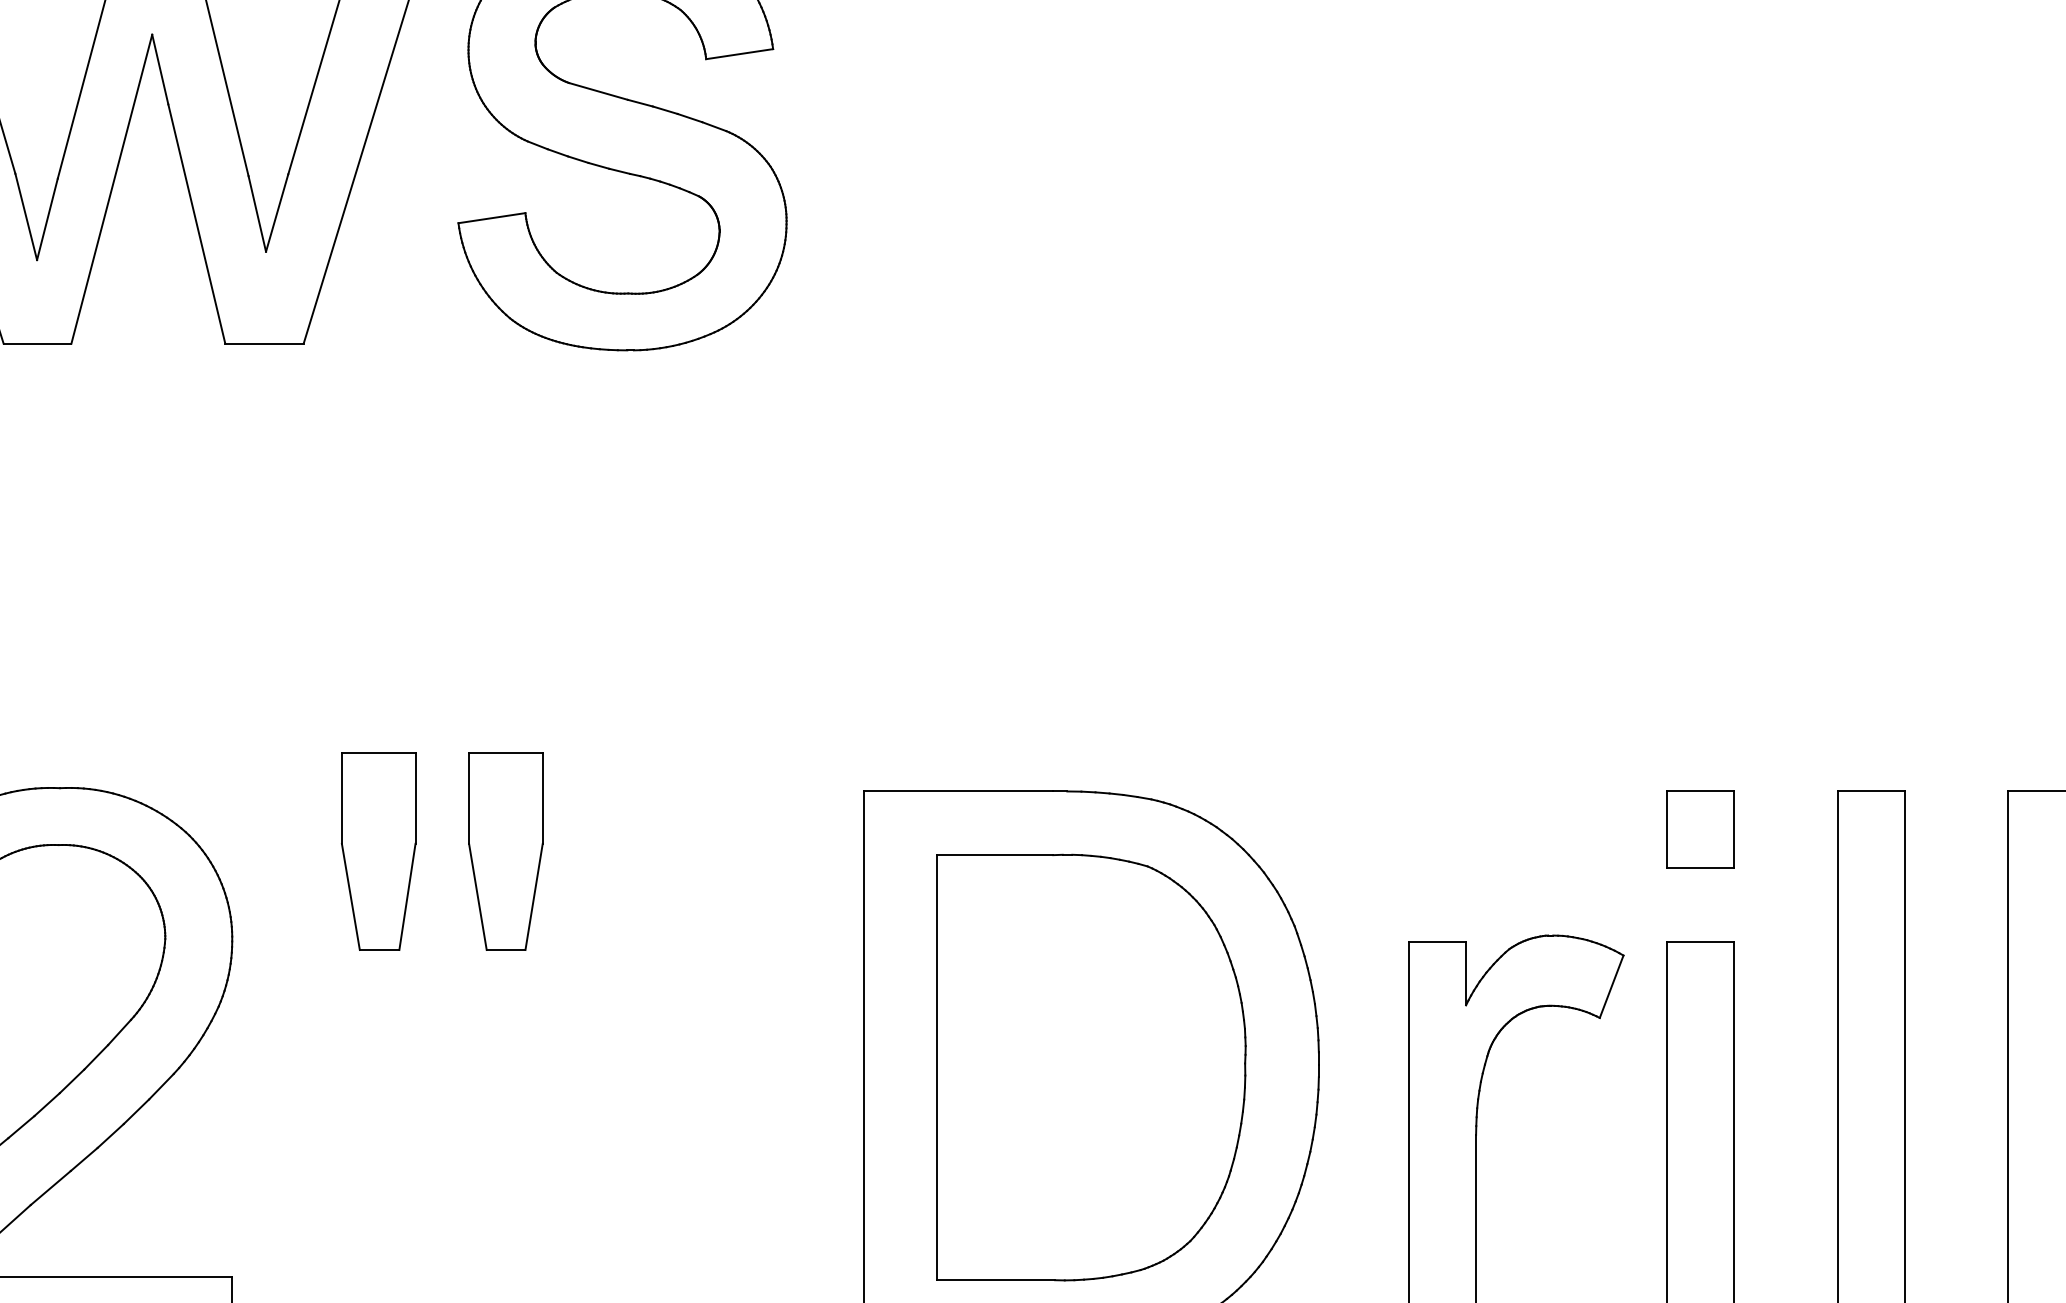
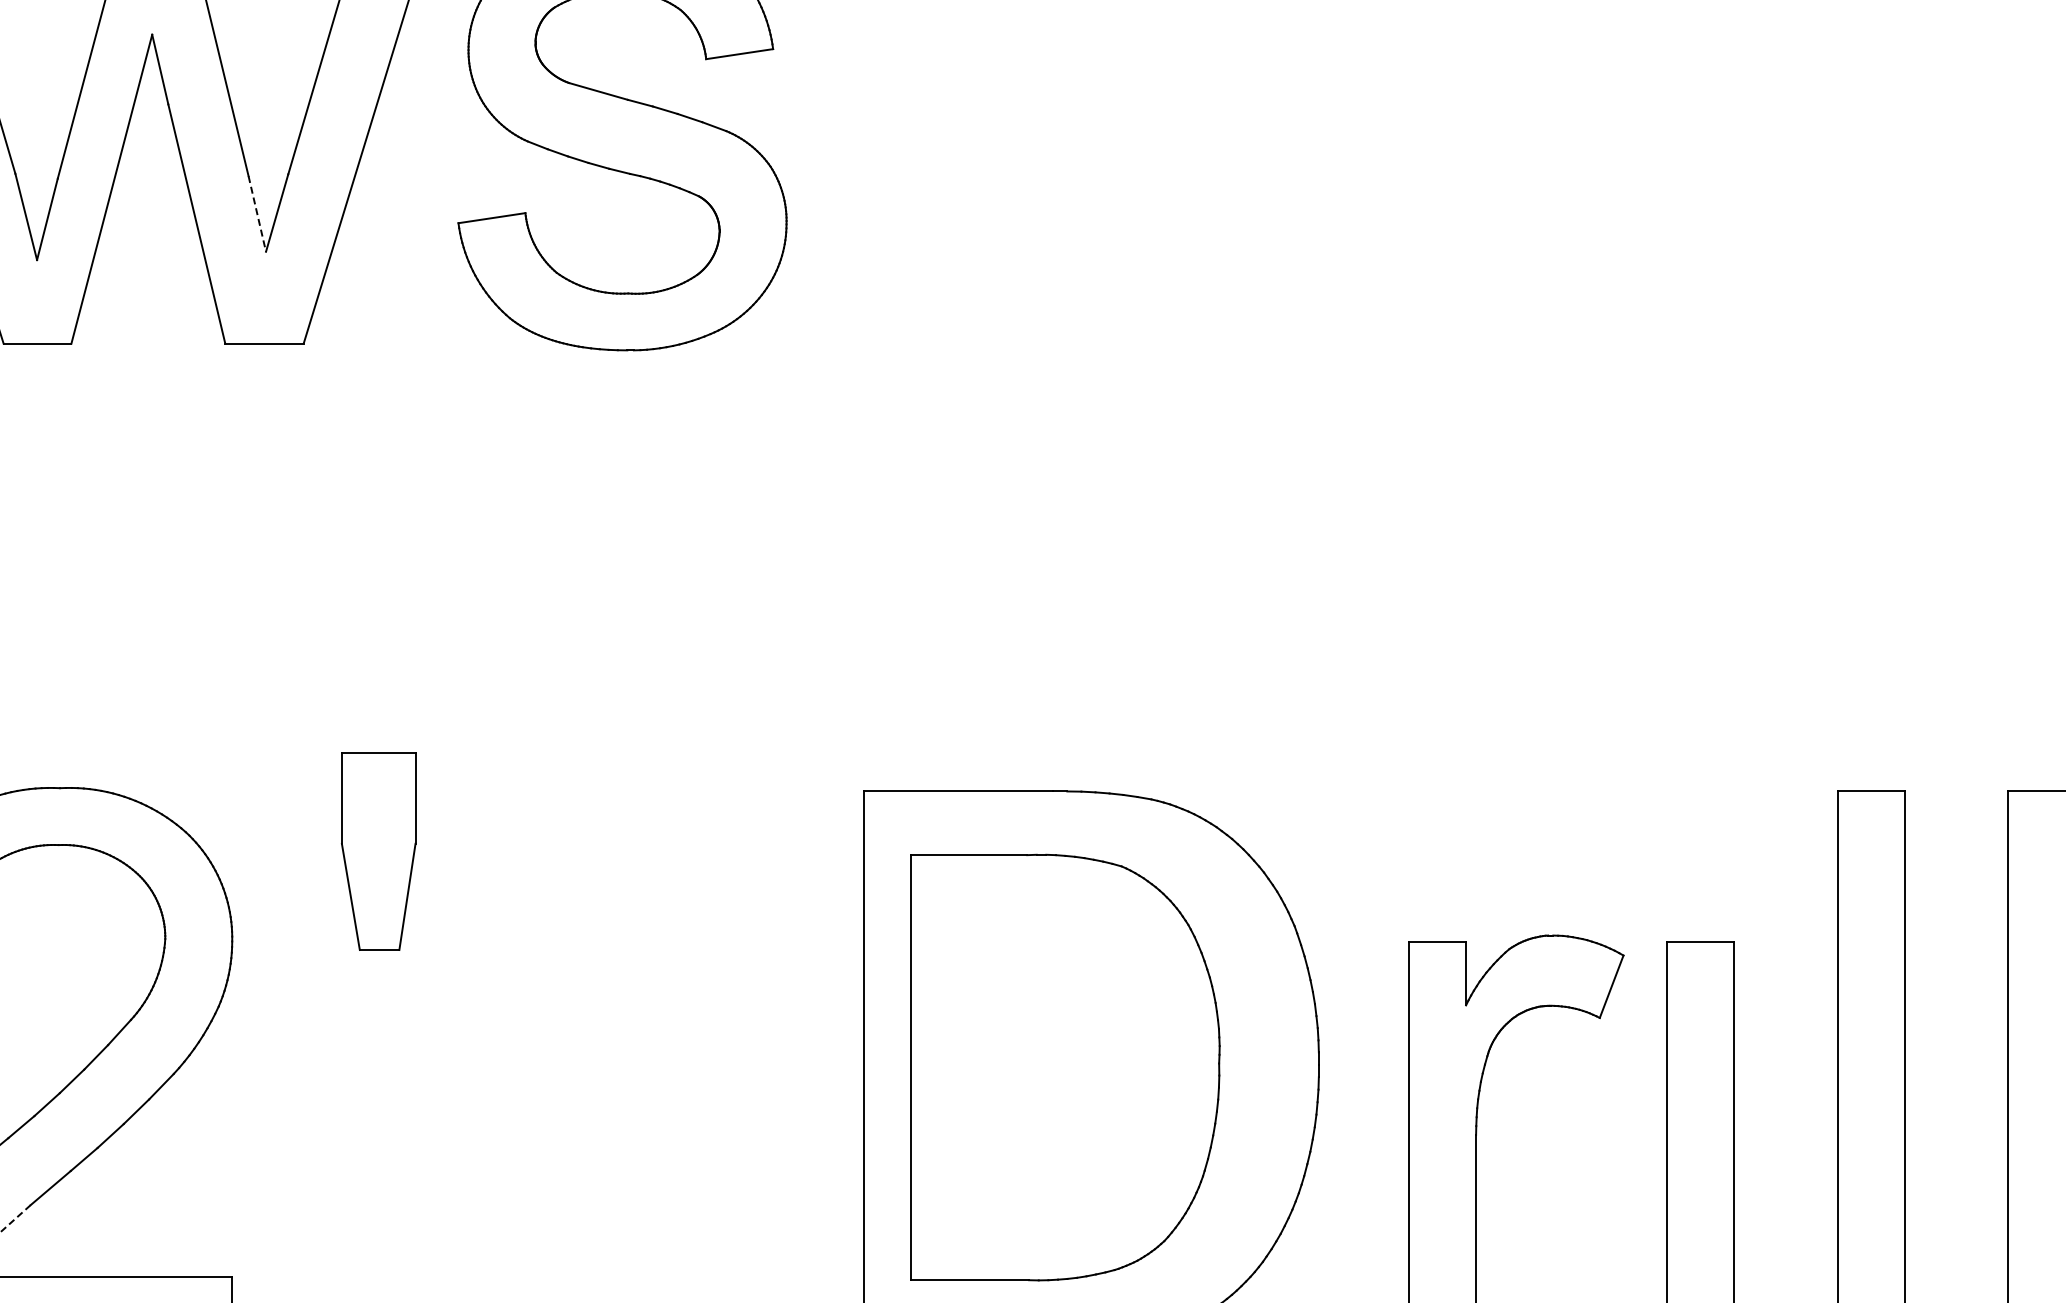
line at (257, 213): solid -> dashed
part at (1700, 829): present -> none
part at (505, 851): present -> none
part at (1091, 1067) position: (1091, 1067) -> (1065, 1067)
line at (15, 1219): solid -> dashed
